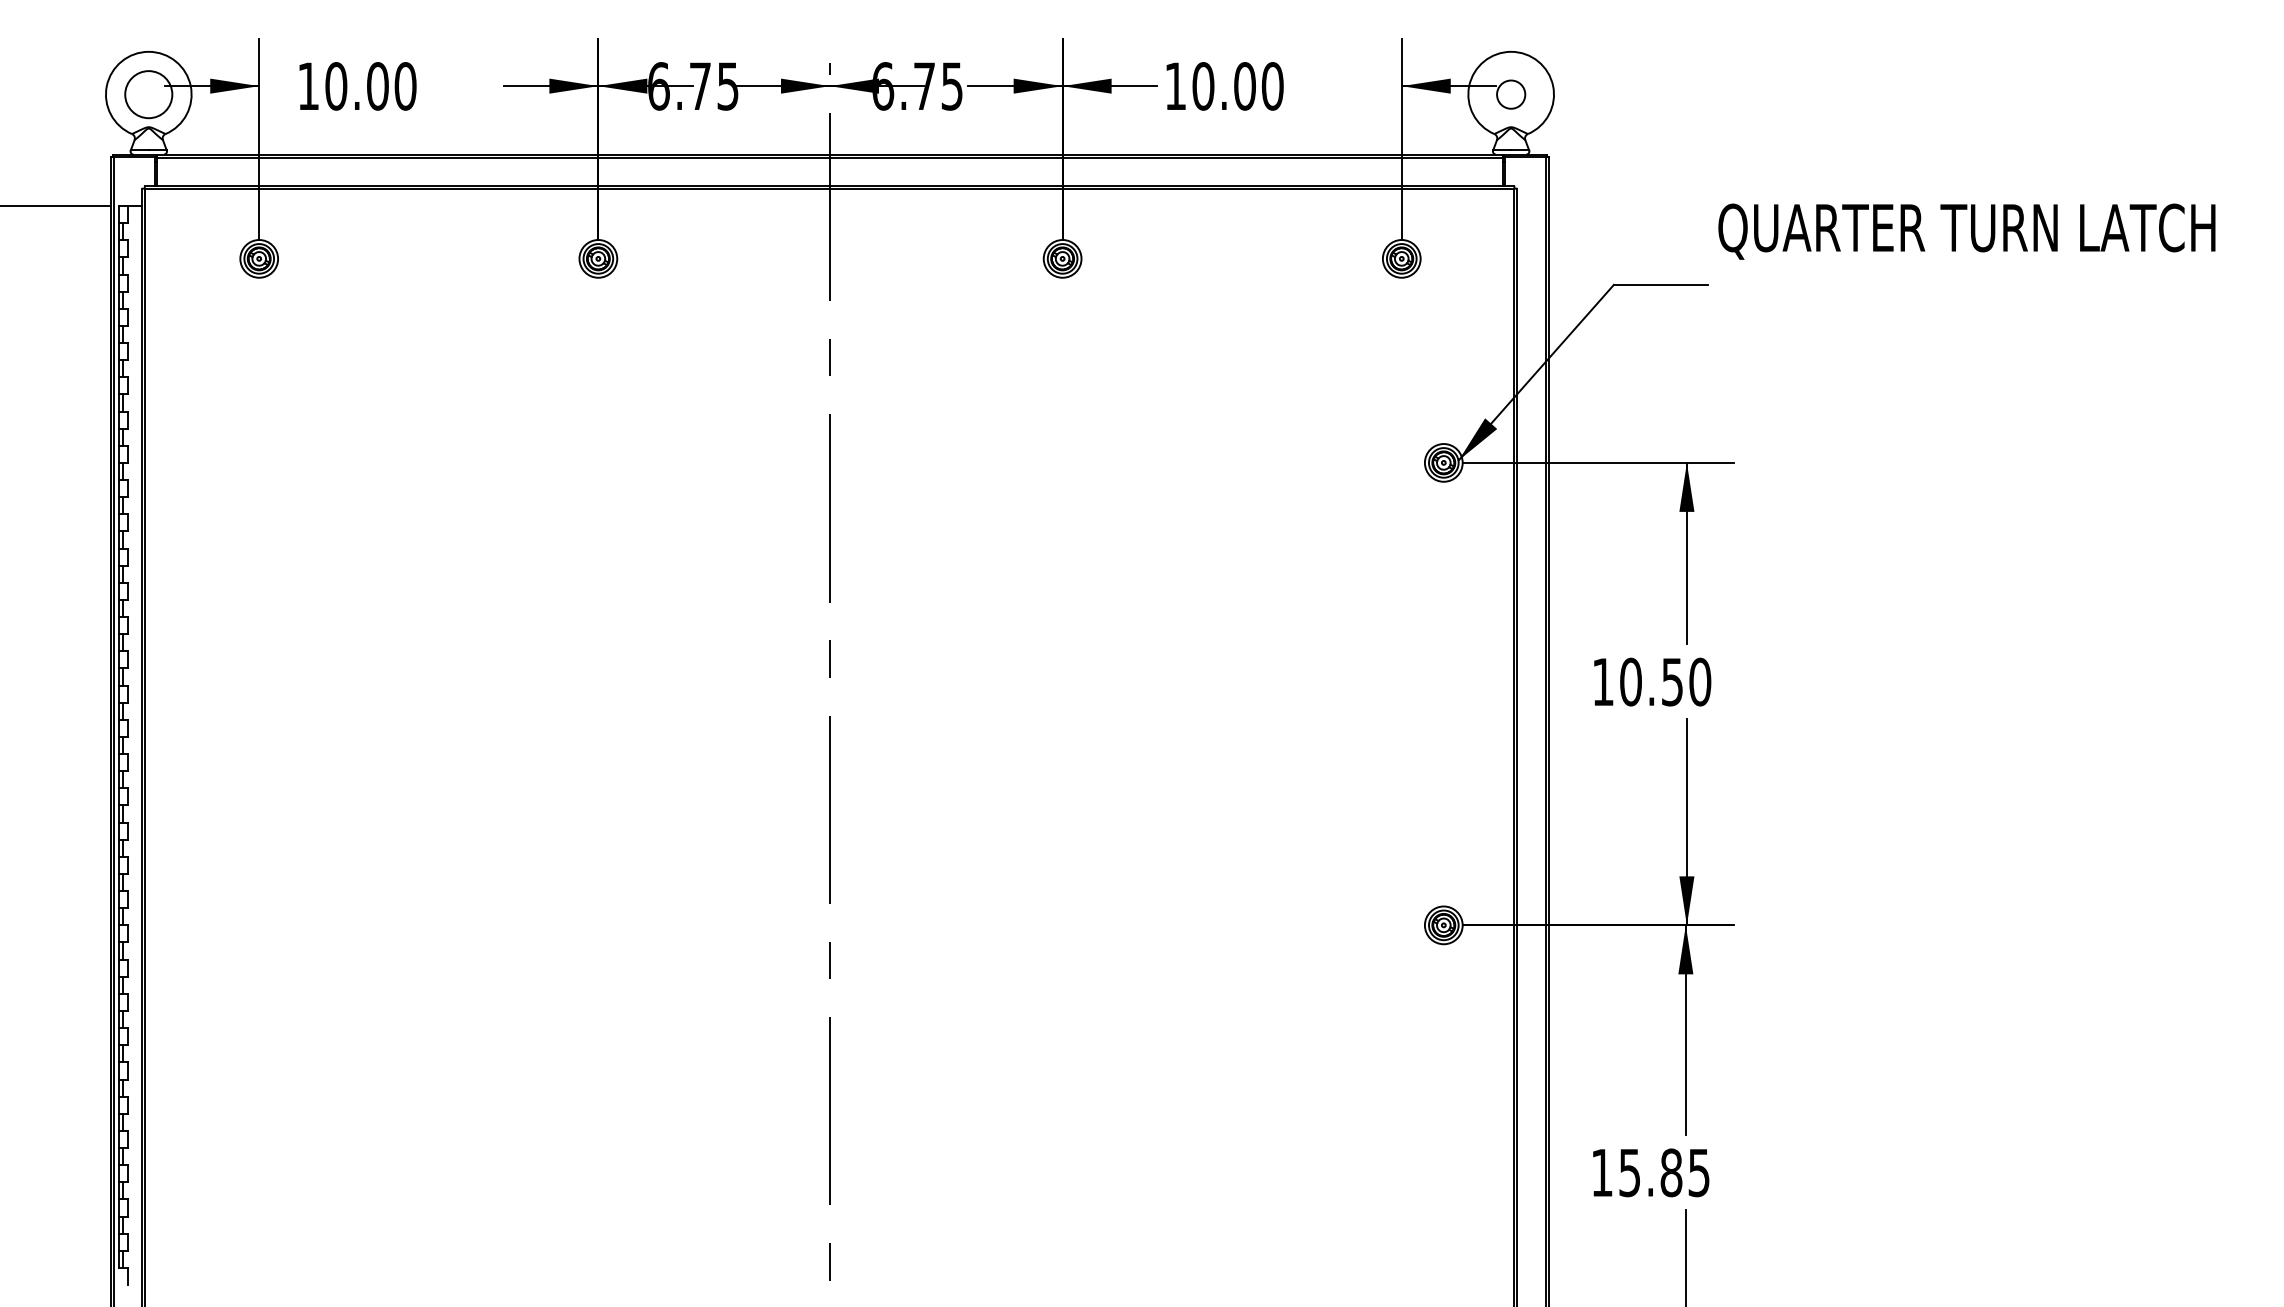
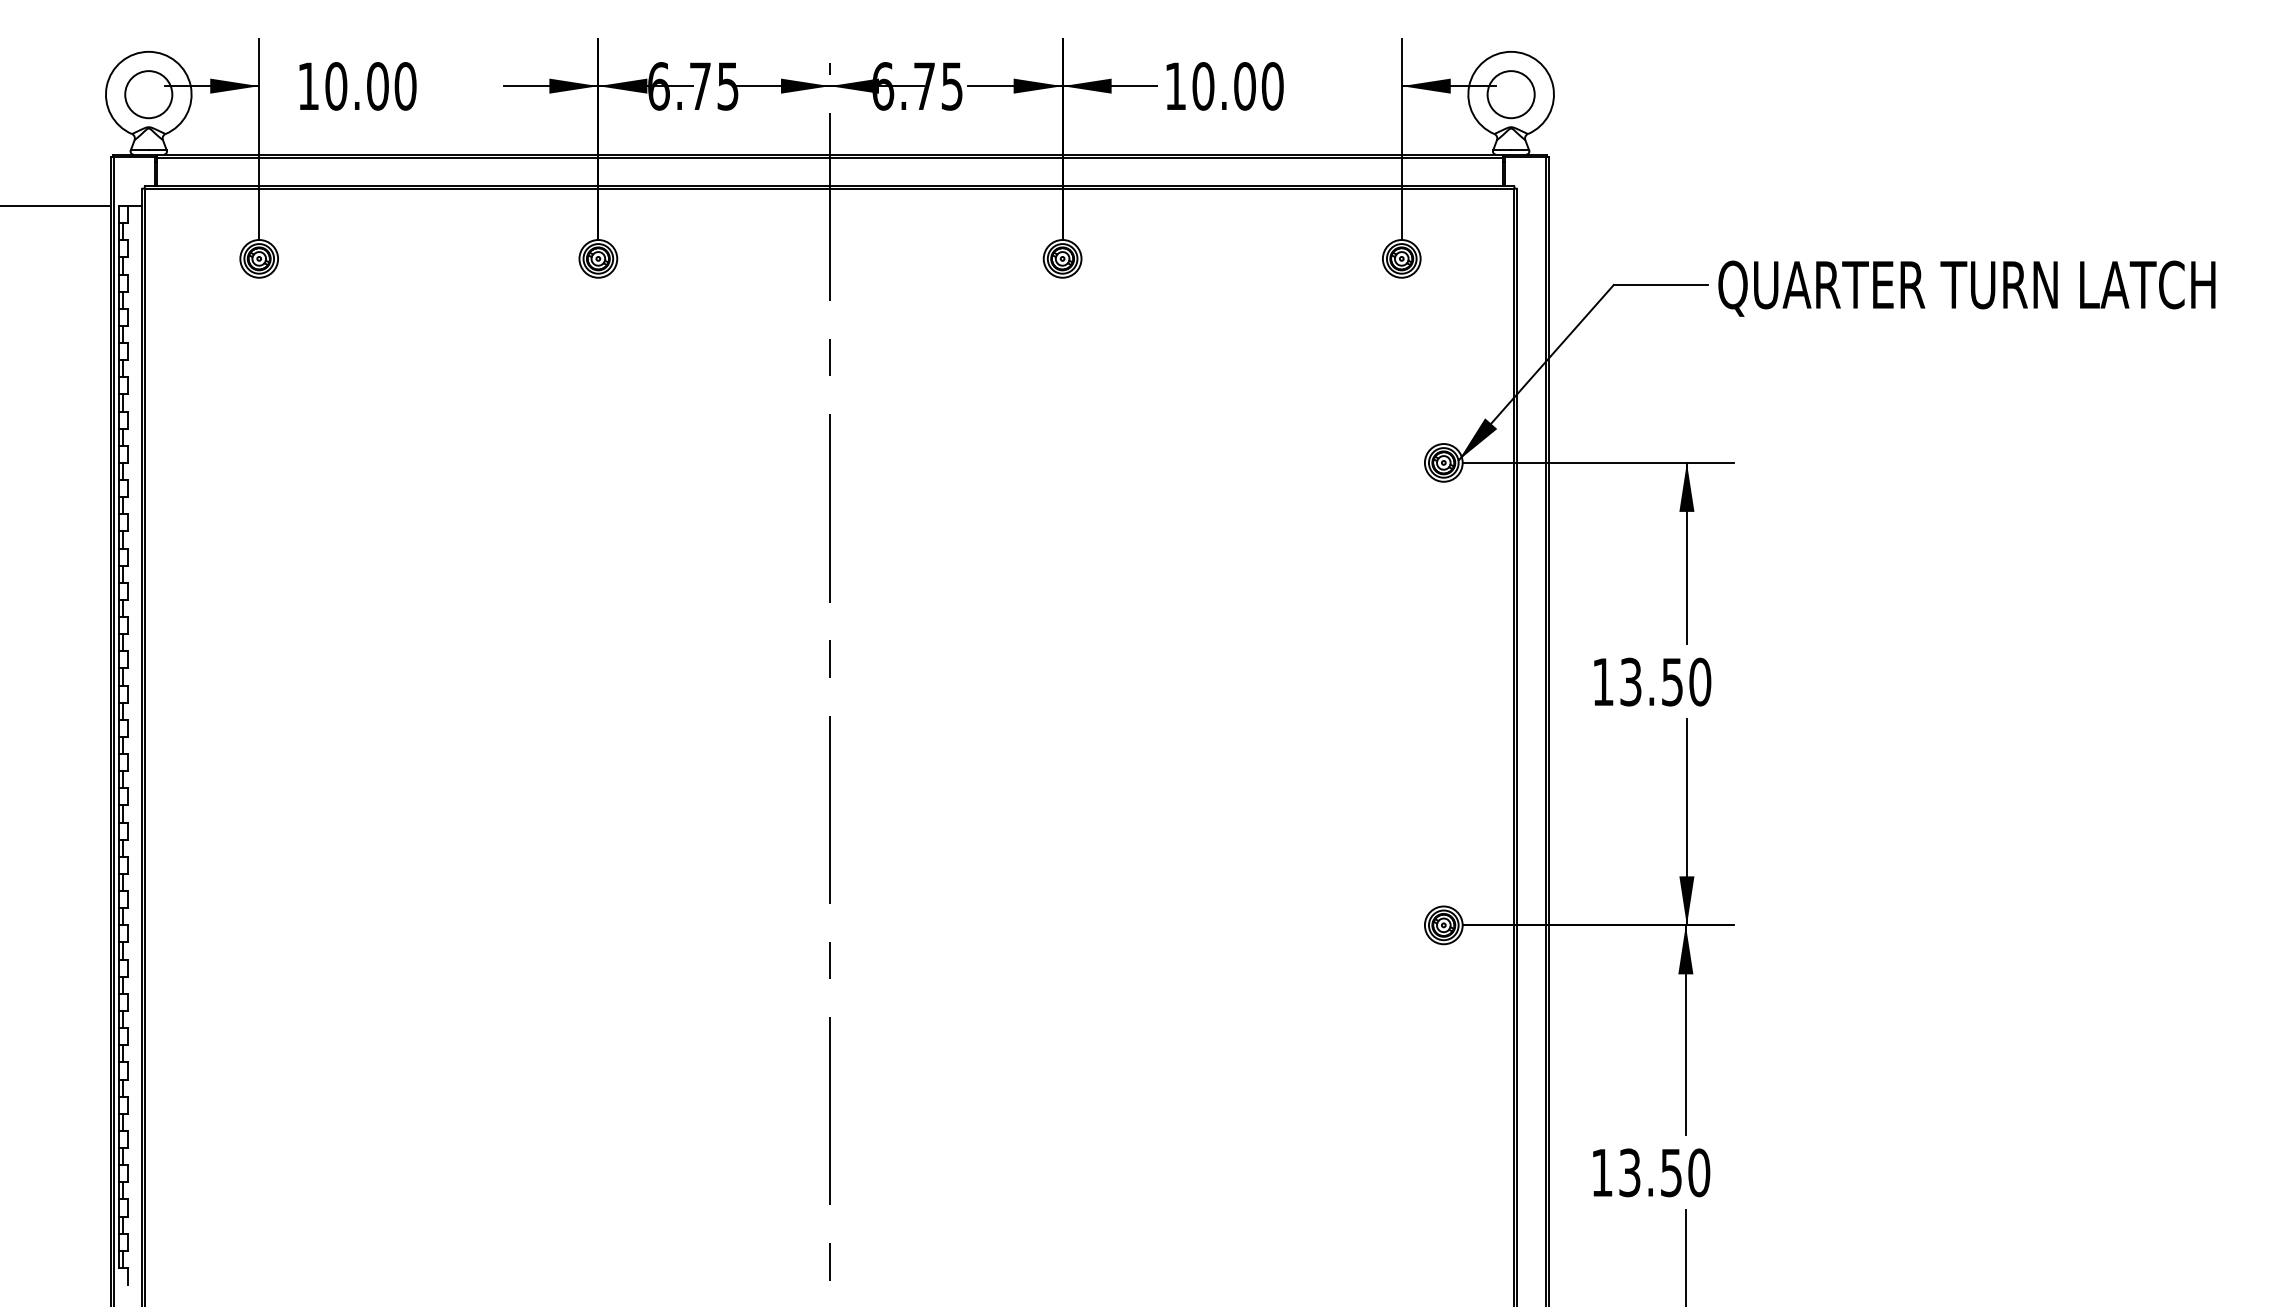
circle at (1511, 94) diameter: 28 px -> 47 px
text at (1966, 231) position: (1966, 231) -> (1966, 288)
text at (1630, 681): 10.50 -> 13.50
text at (1664, 1172): 15.85 -> 13.50
